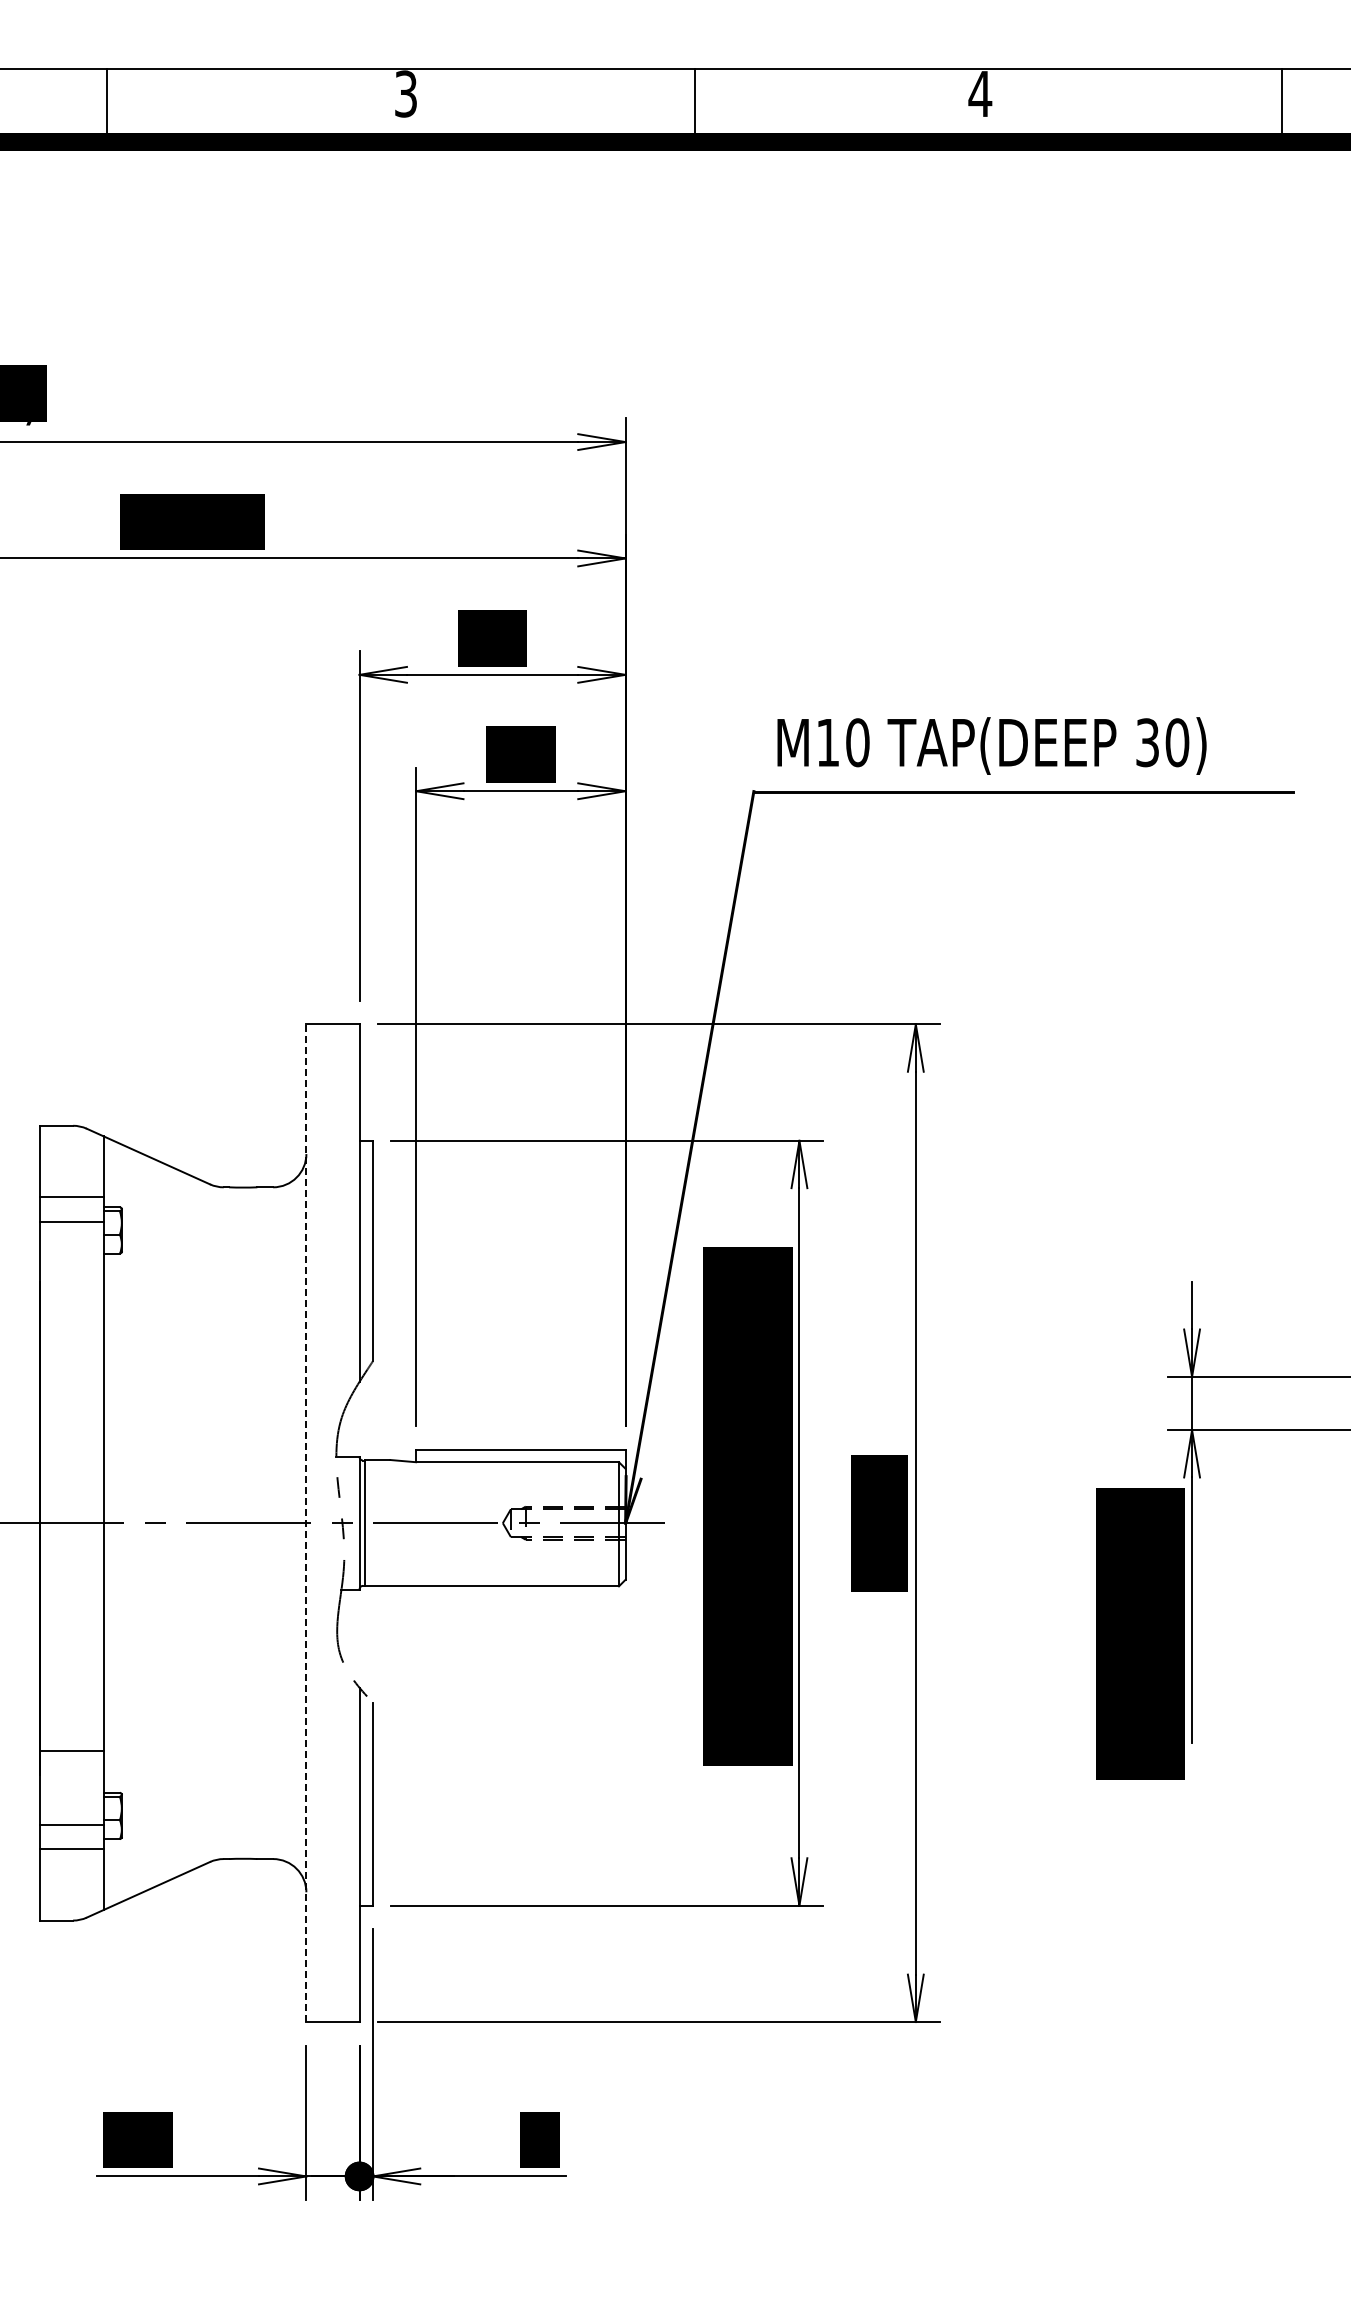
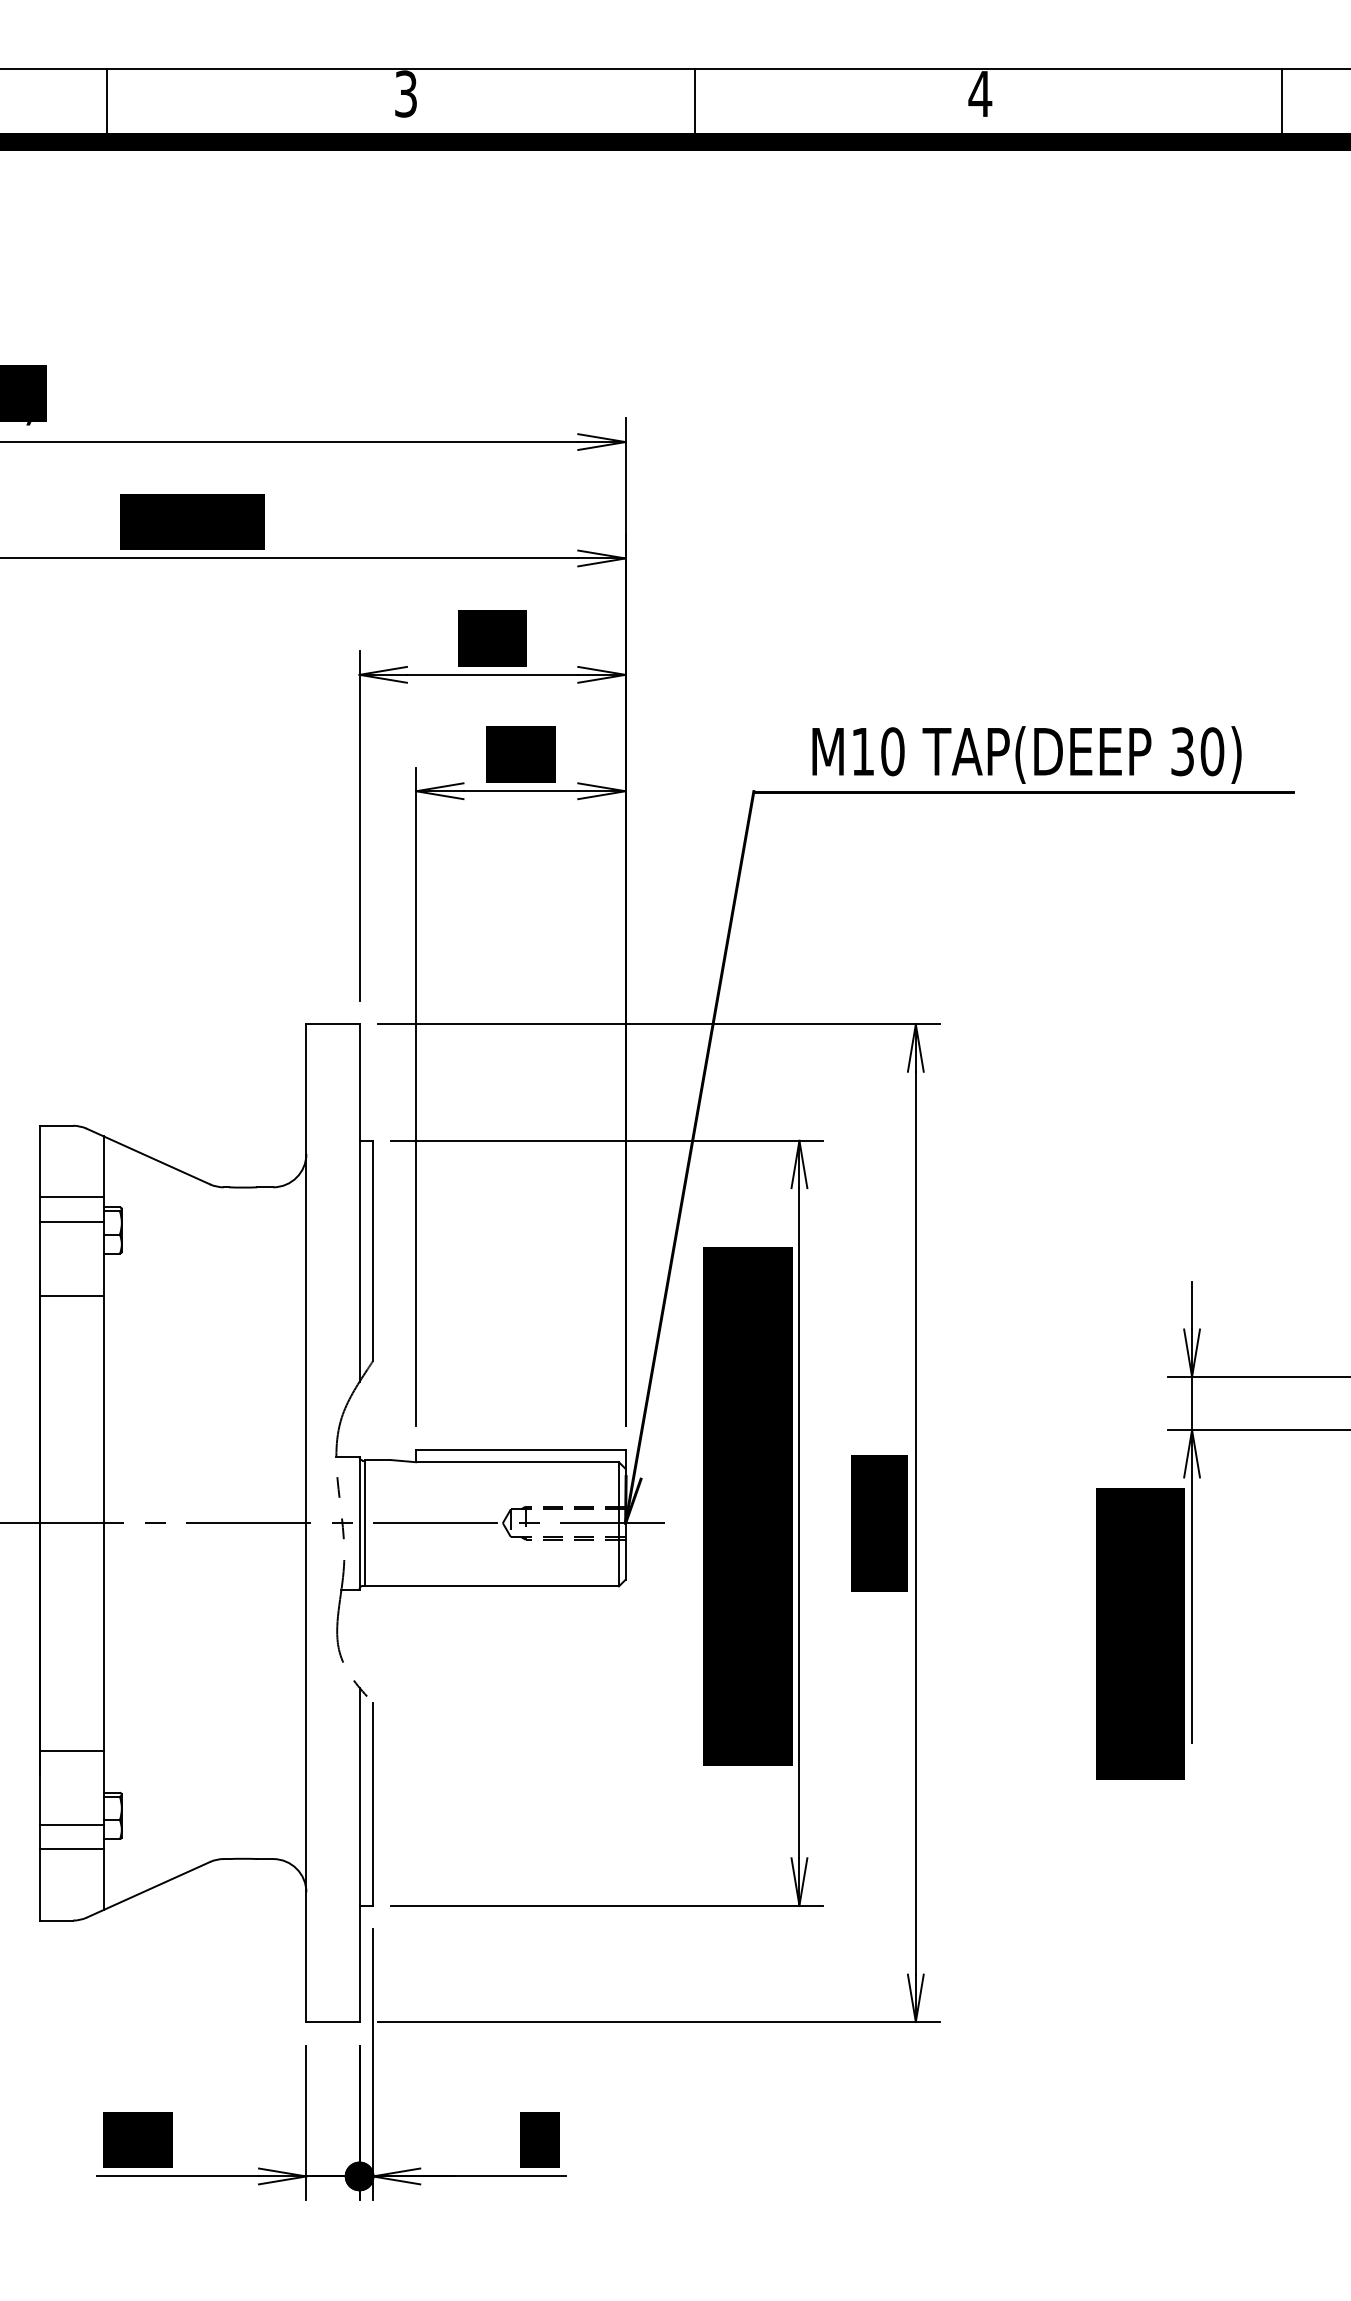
text at (991, 745) position: (991, 745) -> (1026, 754)
line at (71, 1295): none -> present
line at (306, 1523): dashed -> solid
